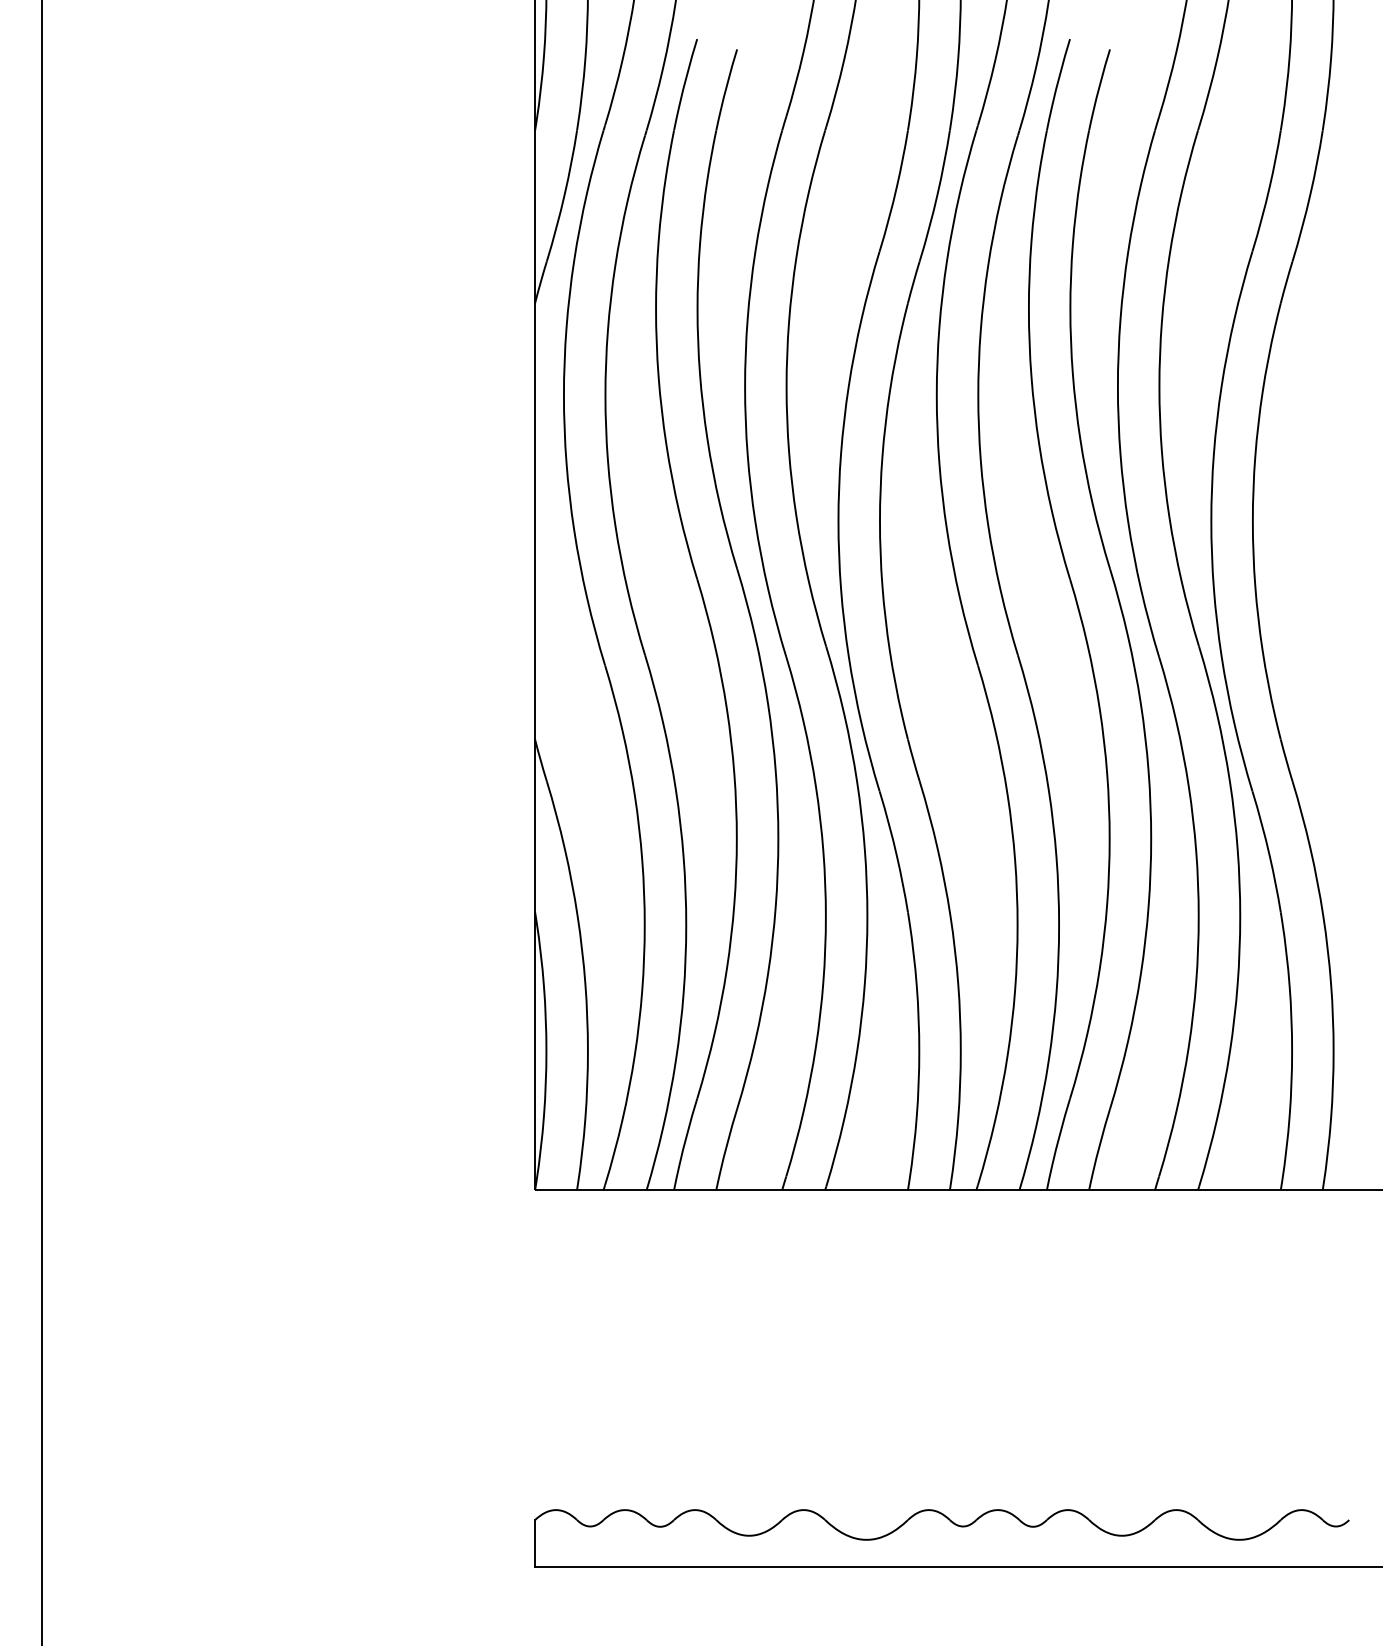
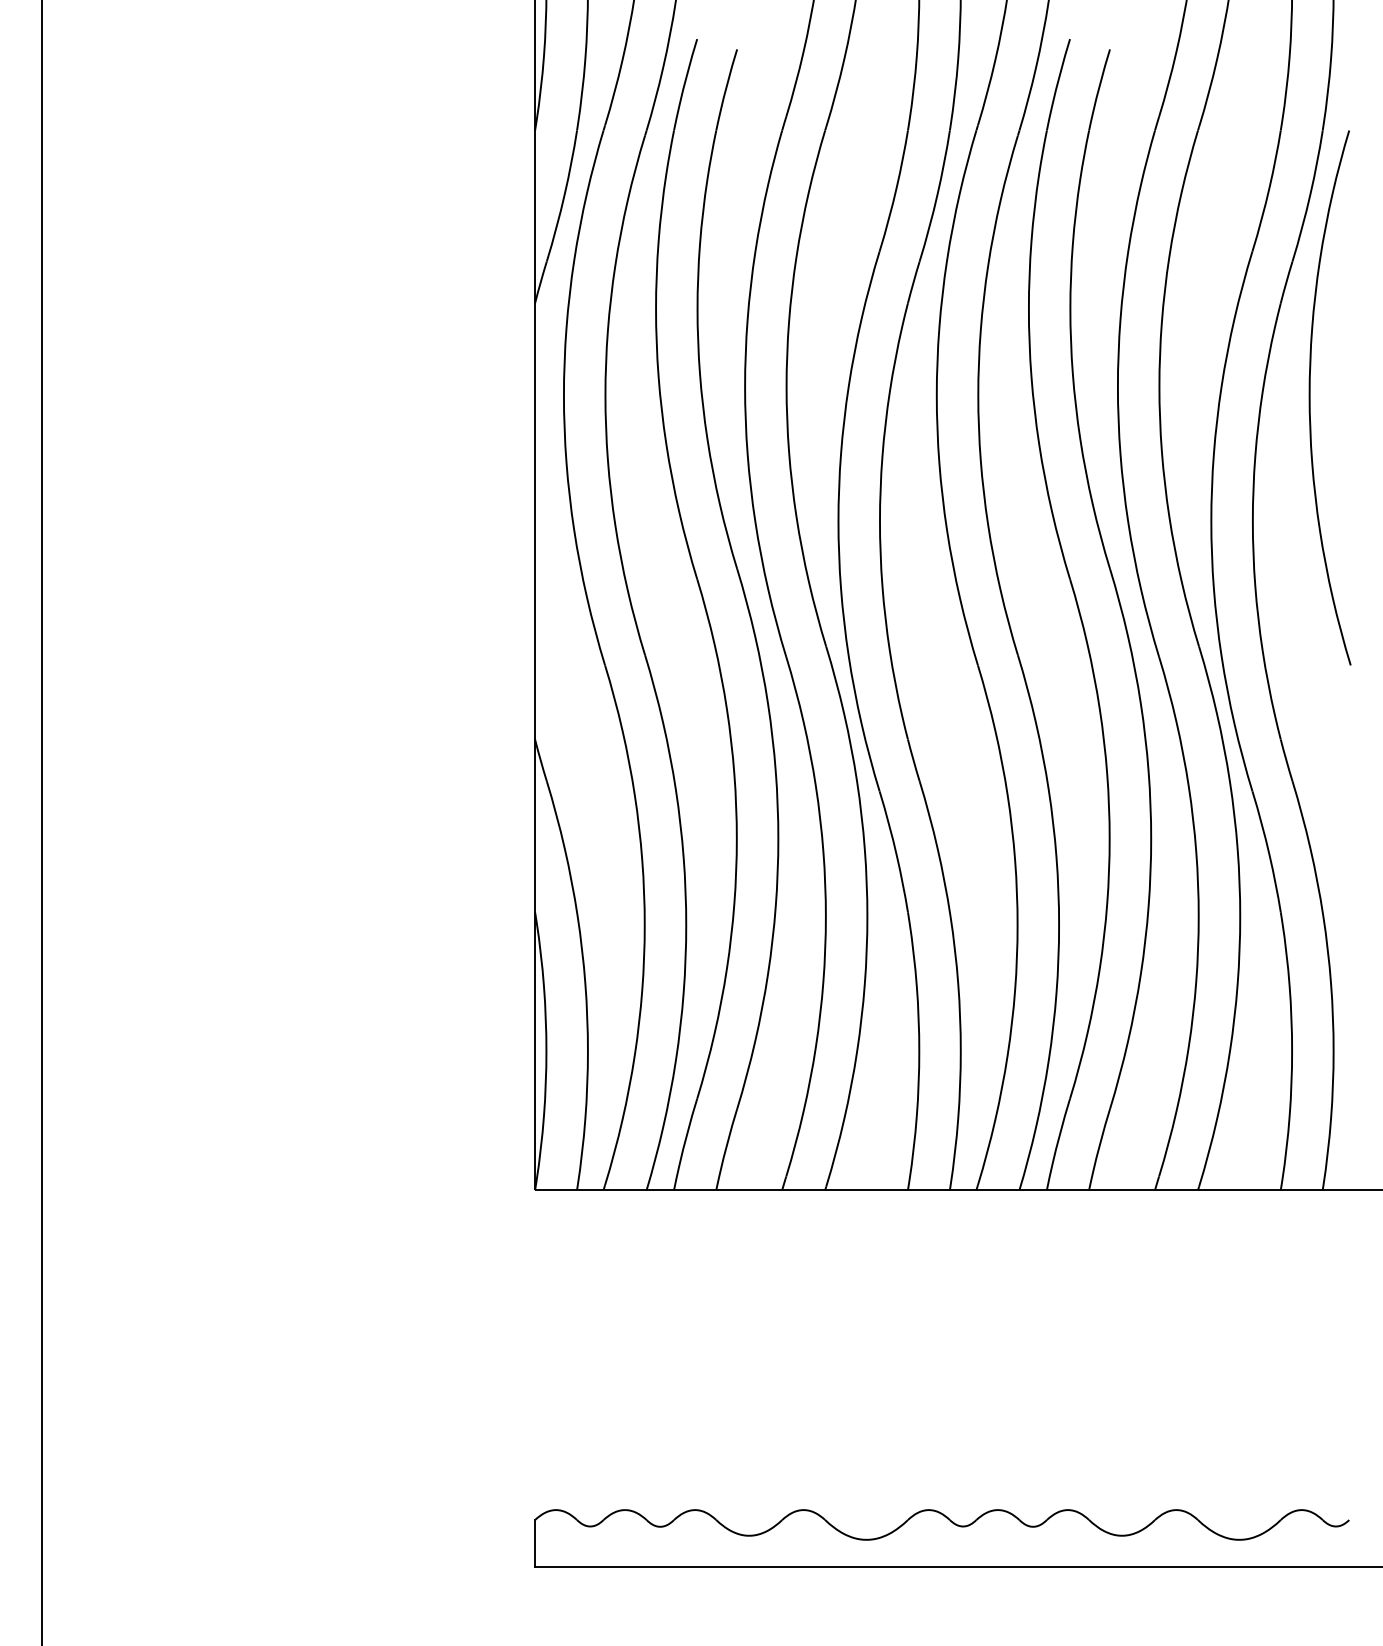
curve at (1310, 397): none -> present
